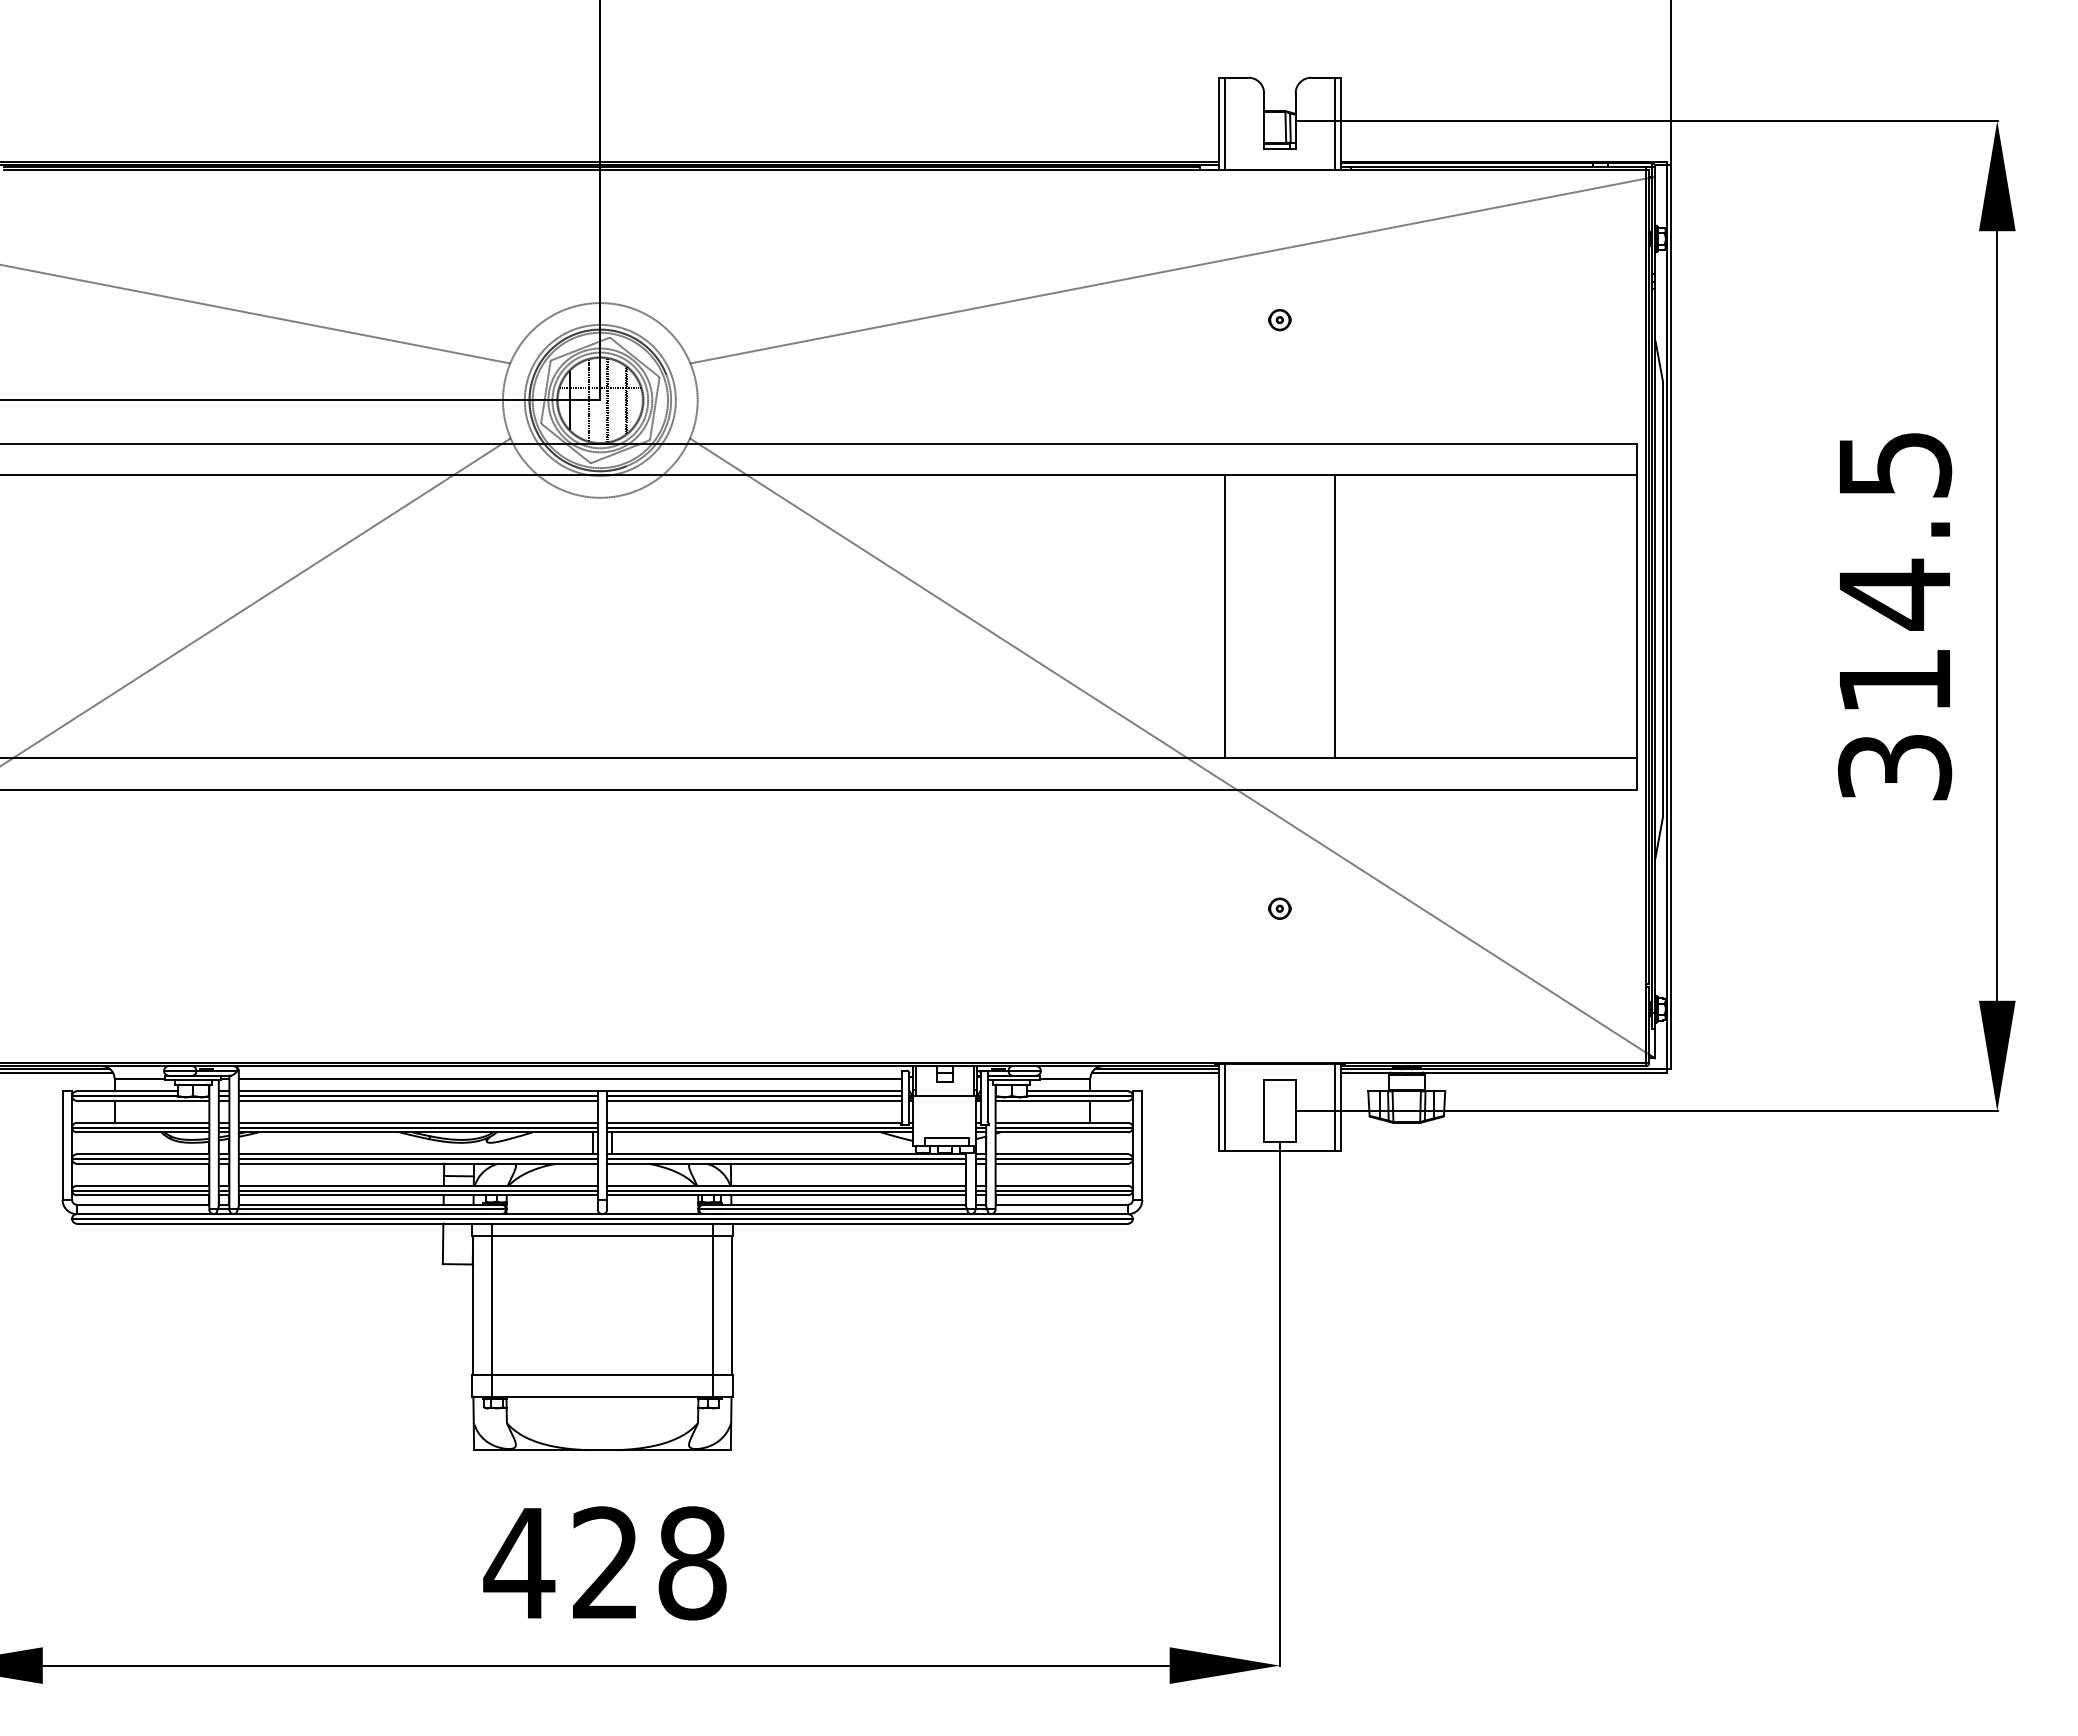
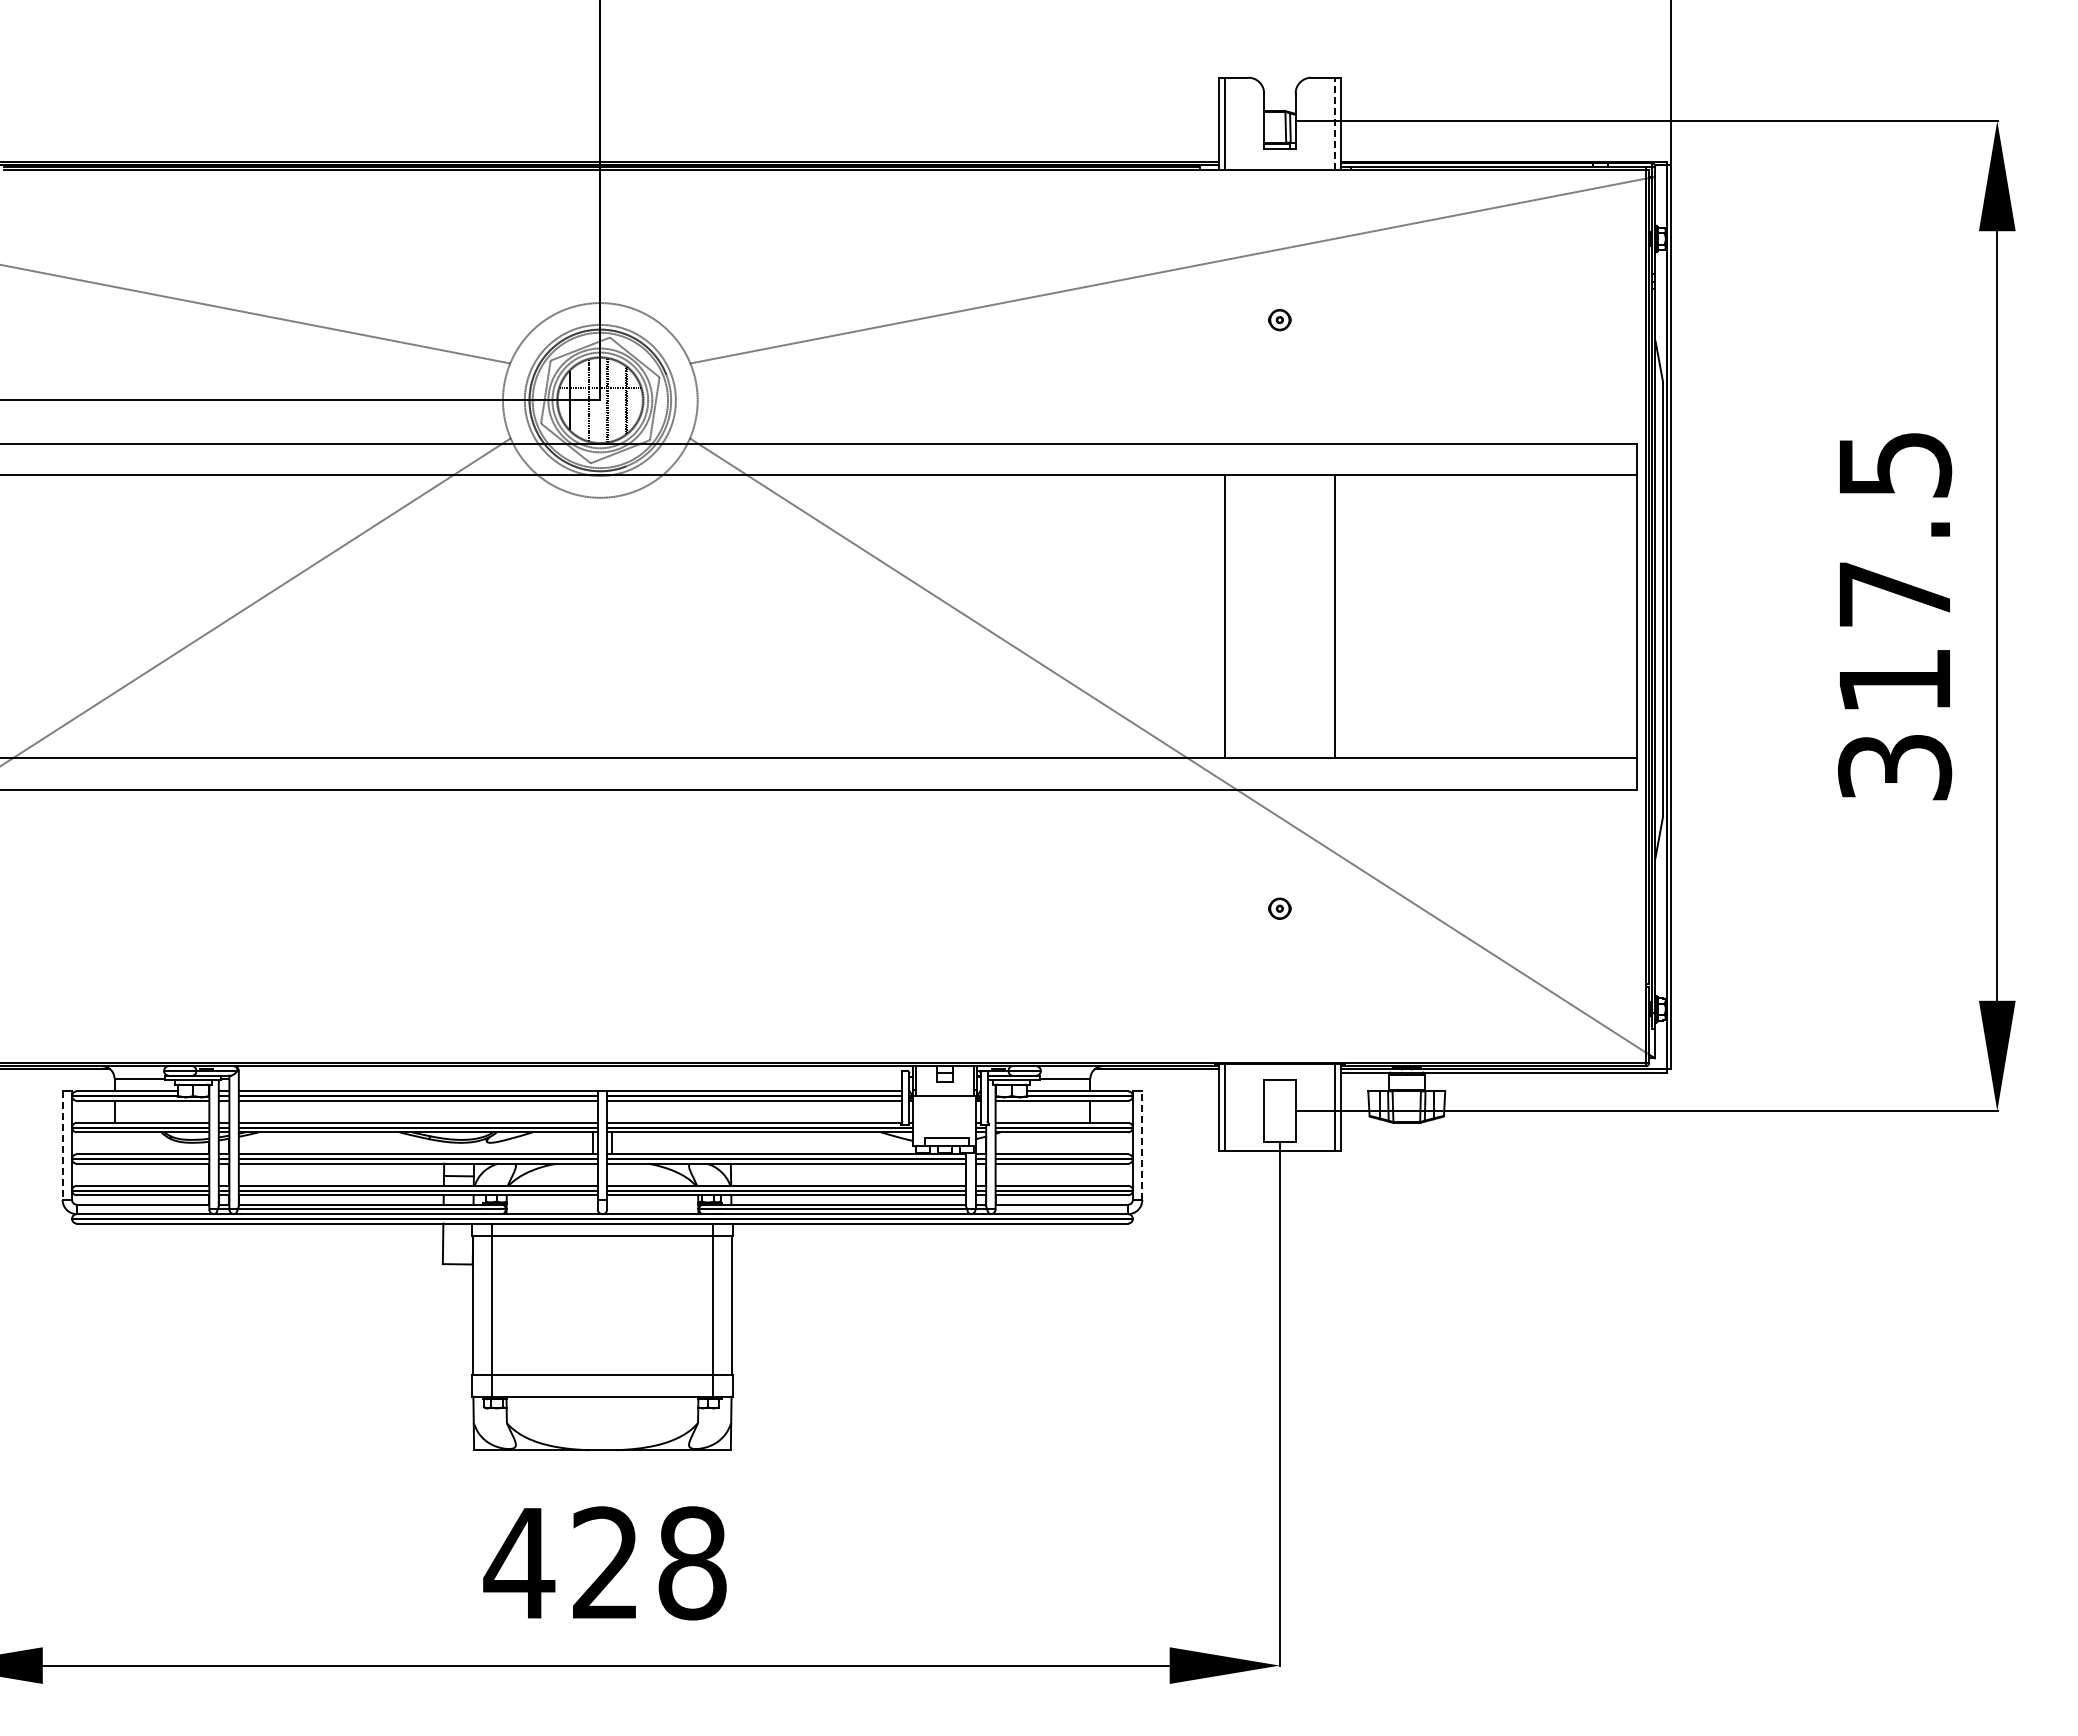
line at (1334, 123): solid -> dashed
text at (1894, 594): 314.5 -> 317.5
line at (57, 1072): present -> none
line at (1155, 1072): present -> none
line at (570, 1078): present -> none
line at (1142, 1145): solid -> dashed
line at (62, 1146): solid -> dashed
